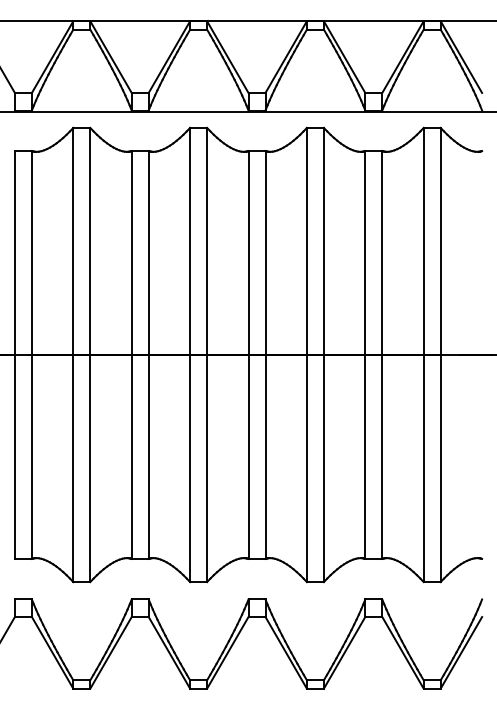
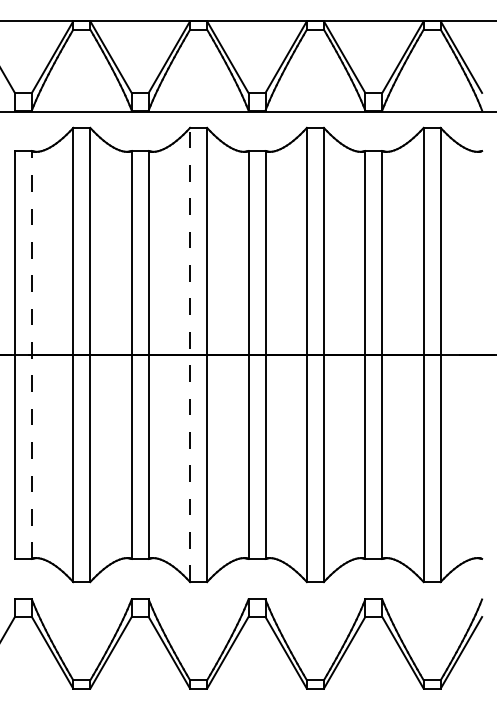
line at (190, 354): solid -> dashed
line at (31, 355): solid -> dashed
